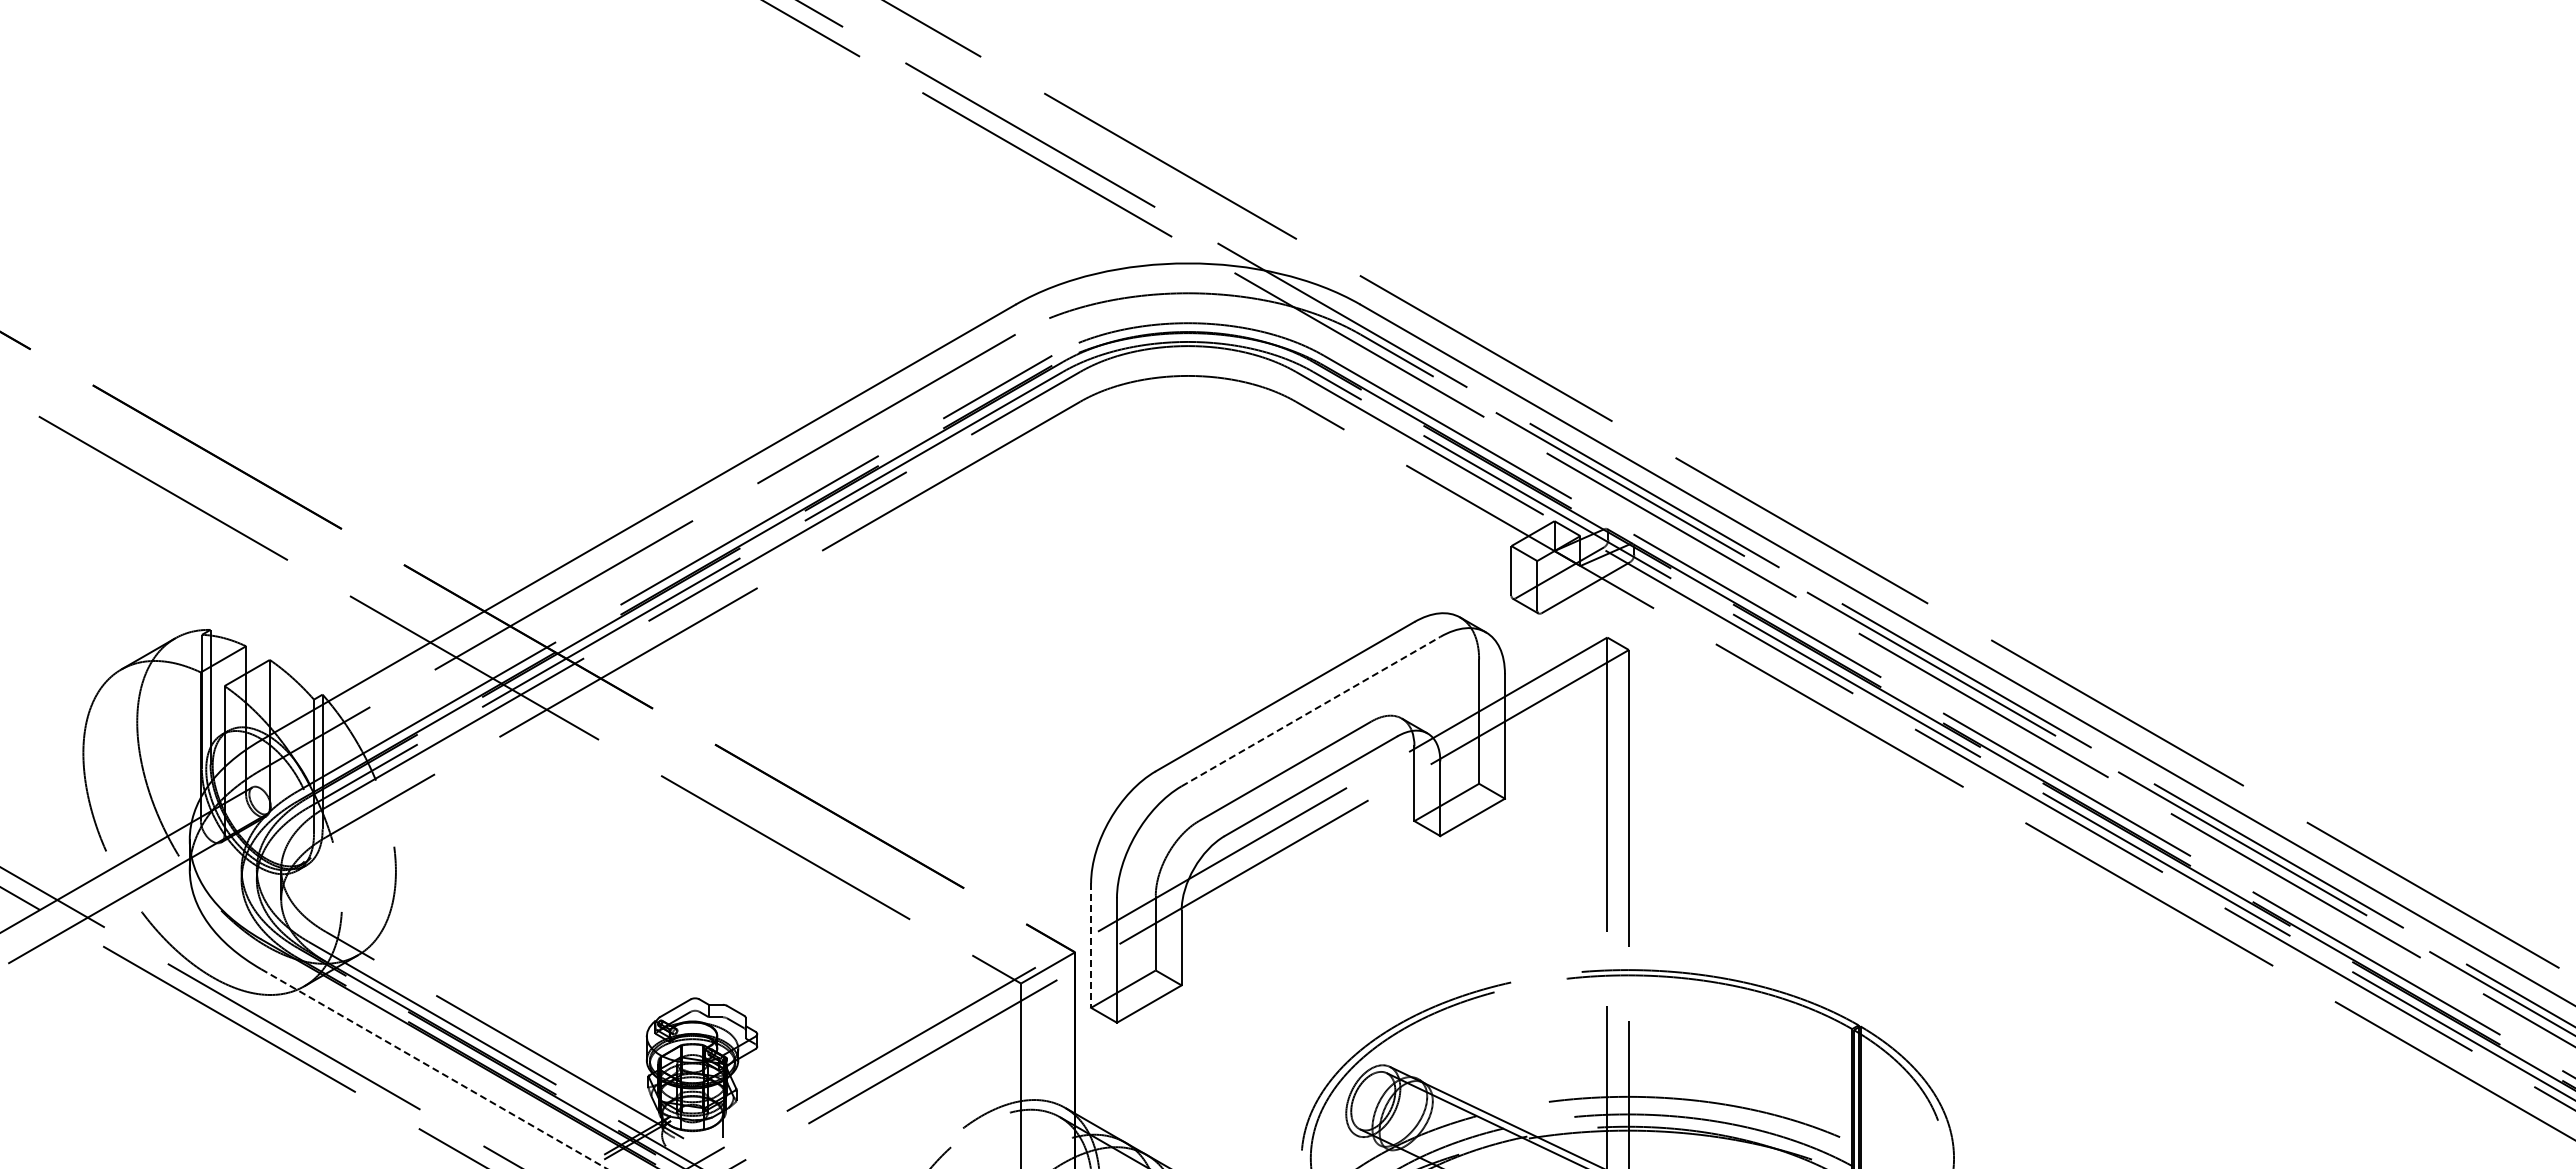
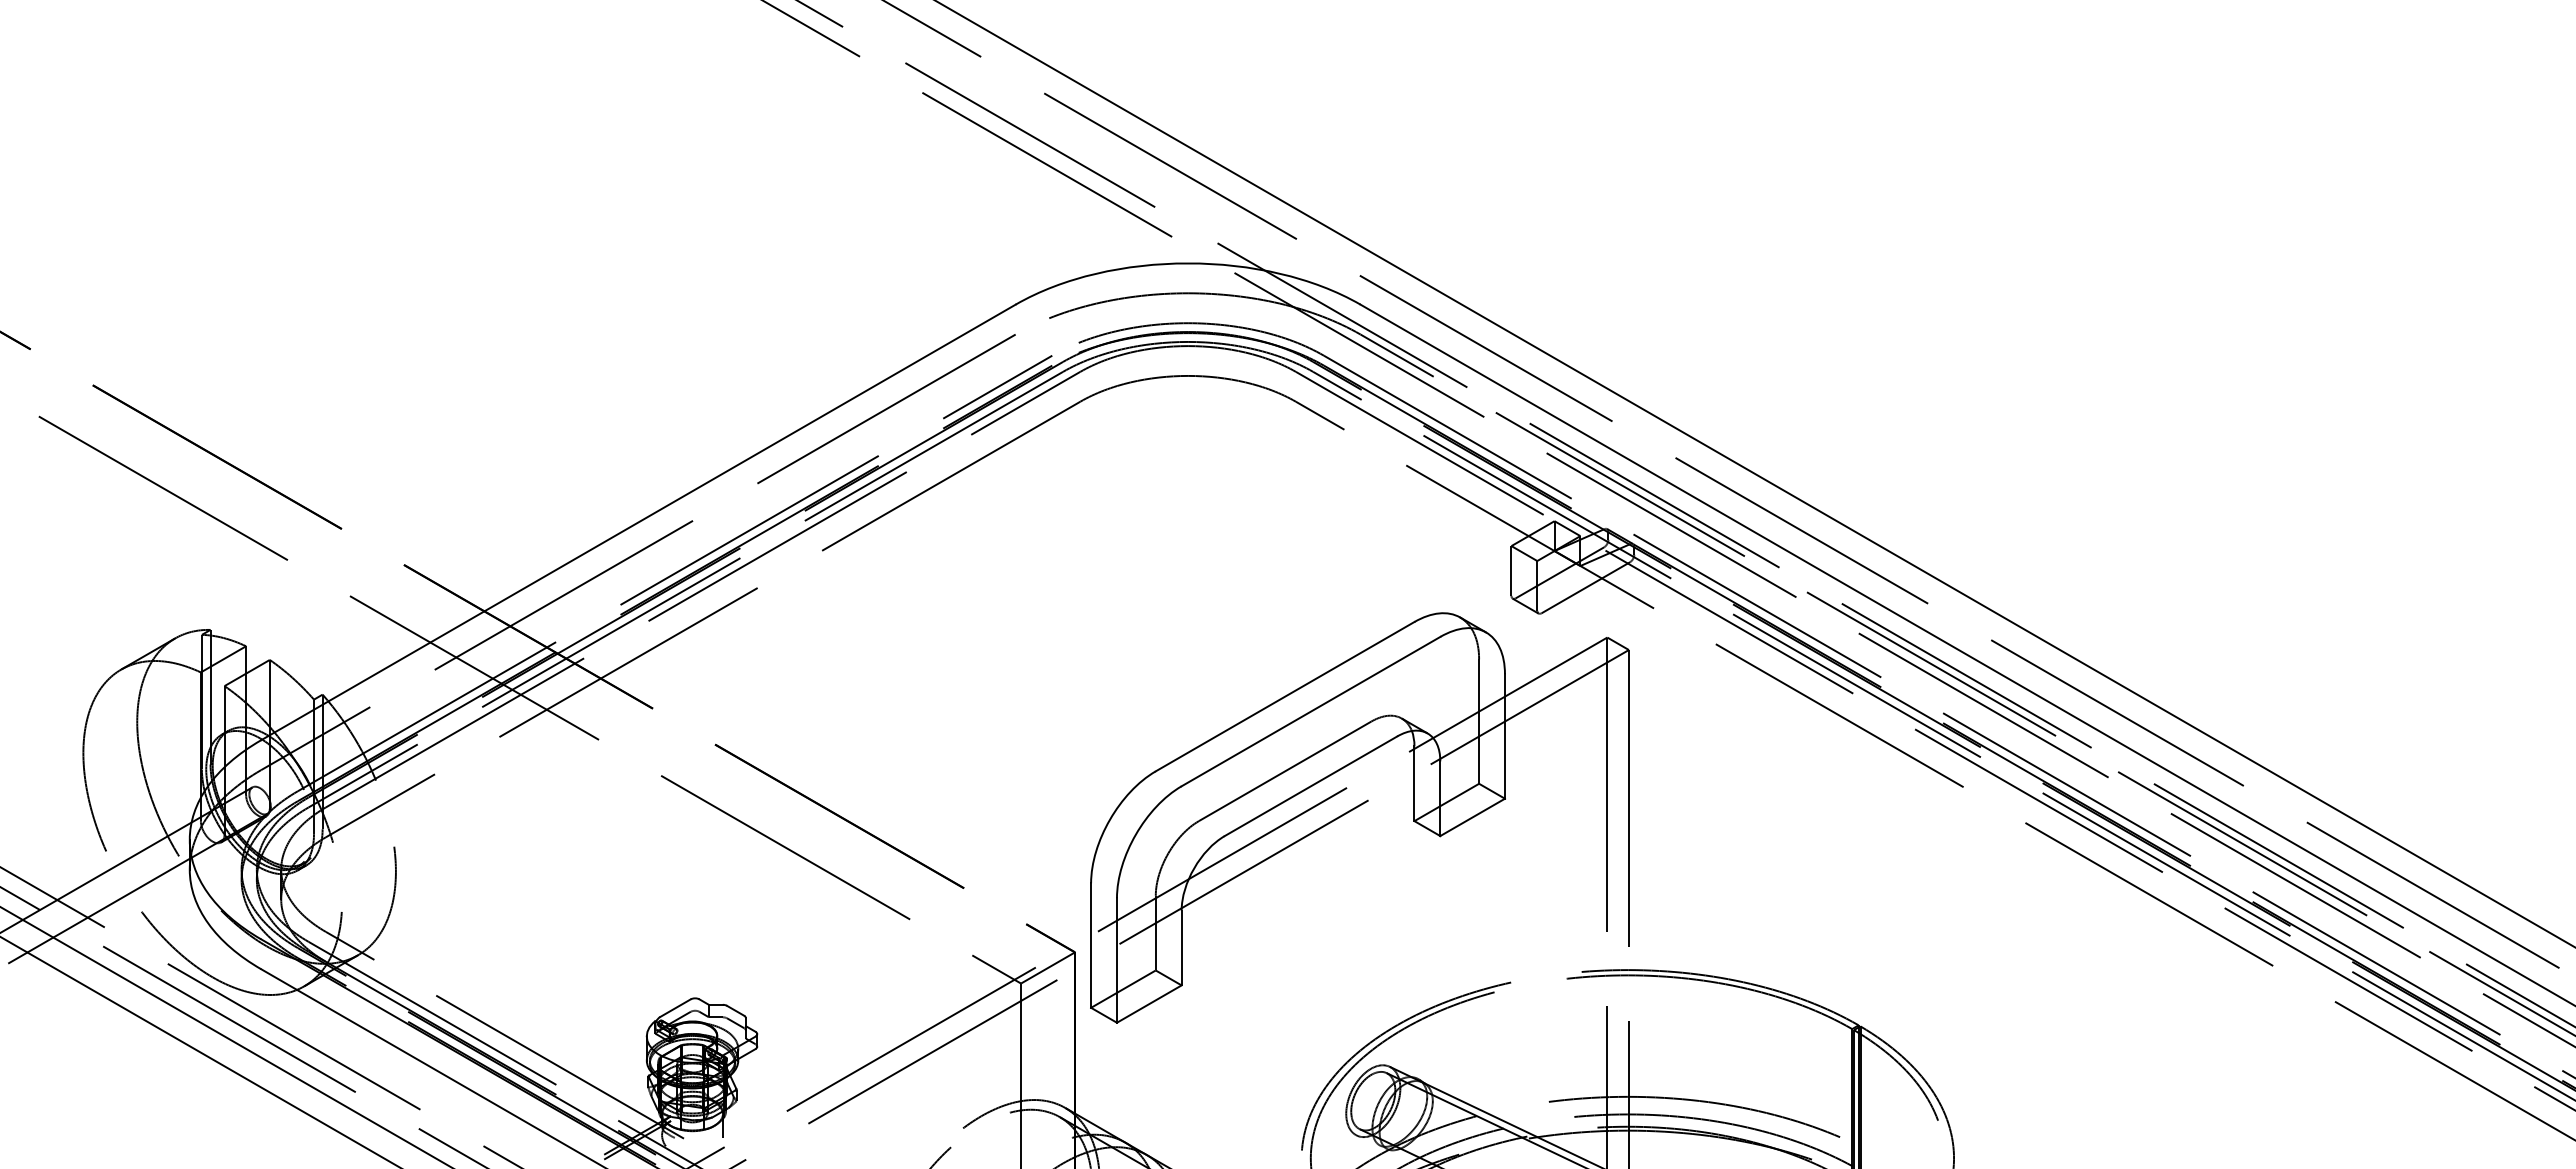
line at (1755, 474): none -> present
line at (1311, 711): dashed -> solid
line at (1091, 946): dashed -> solid
line at (225, 1036): none -> present
line at (199, 1051): none -> present
line at (434, 1069): dashed -> solid
